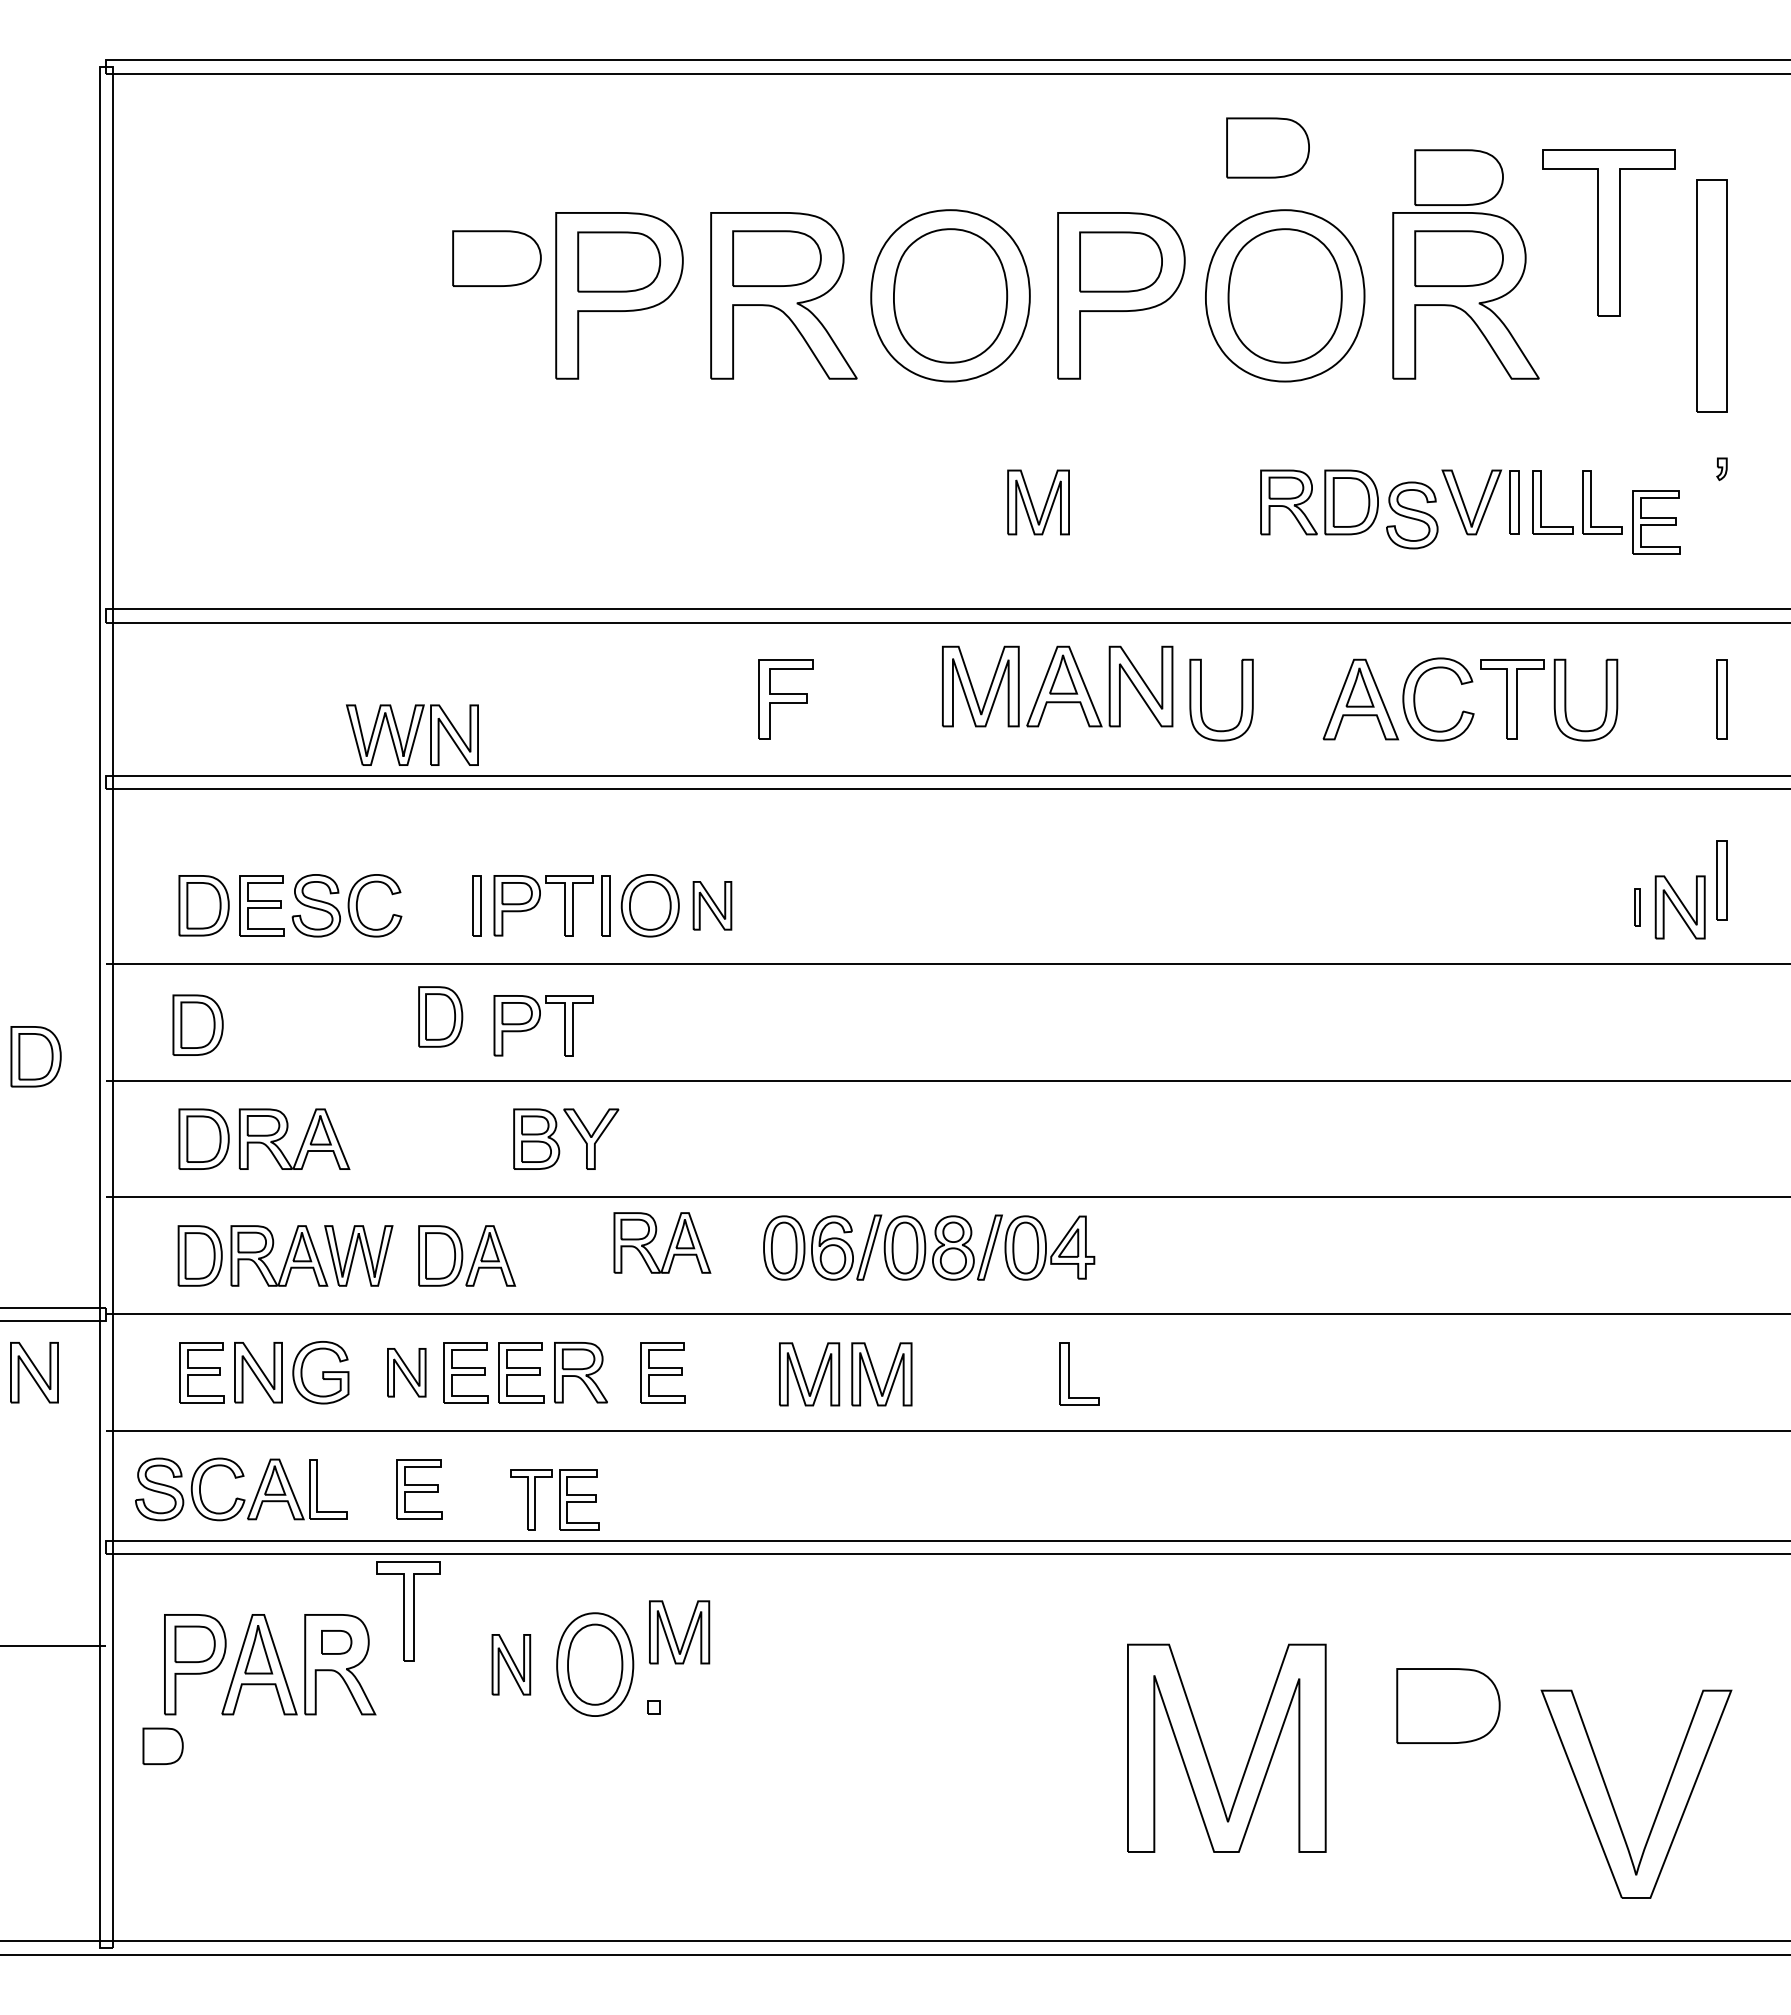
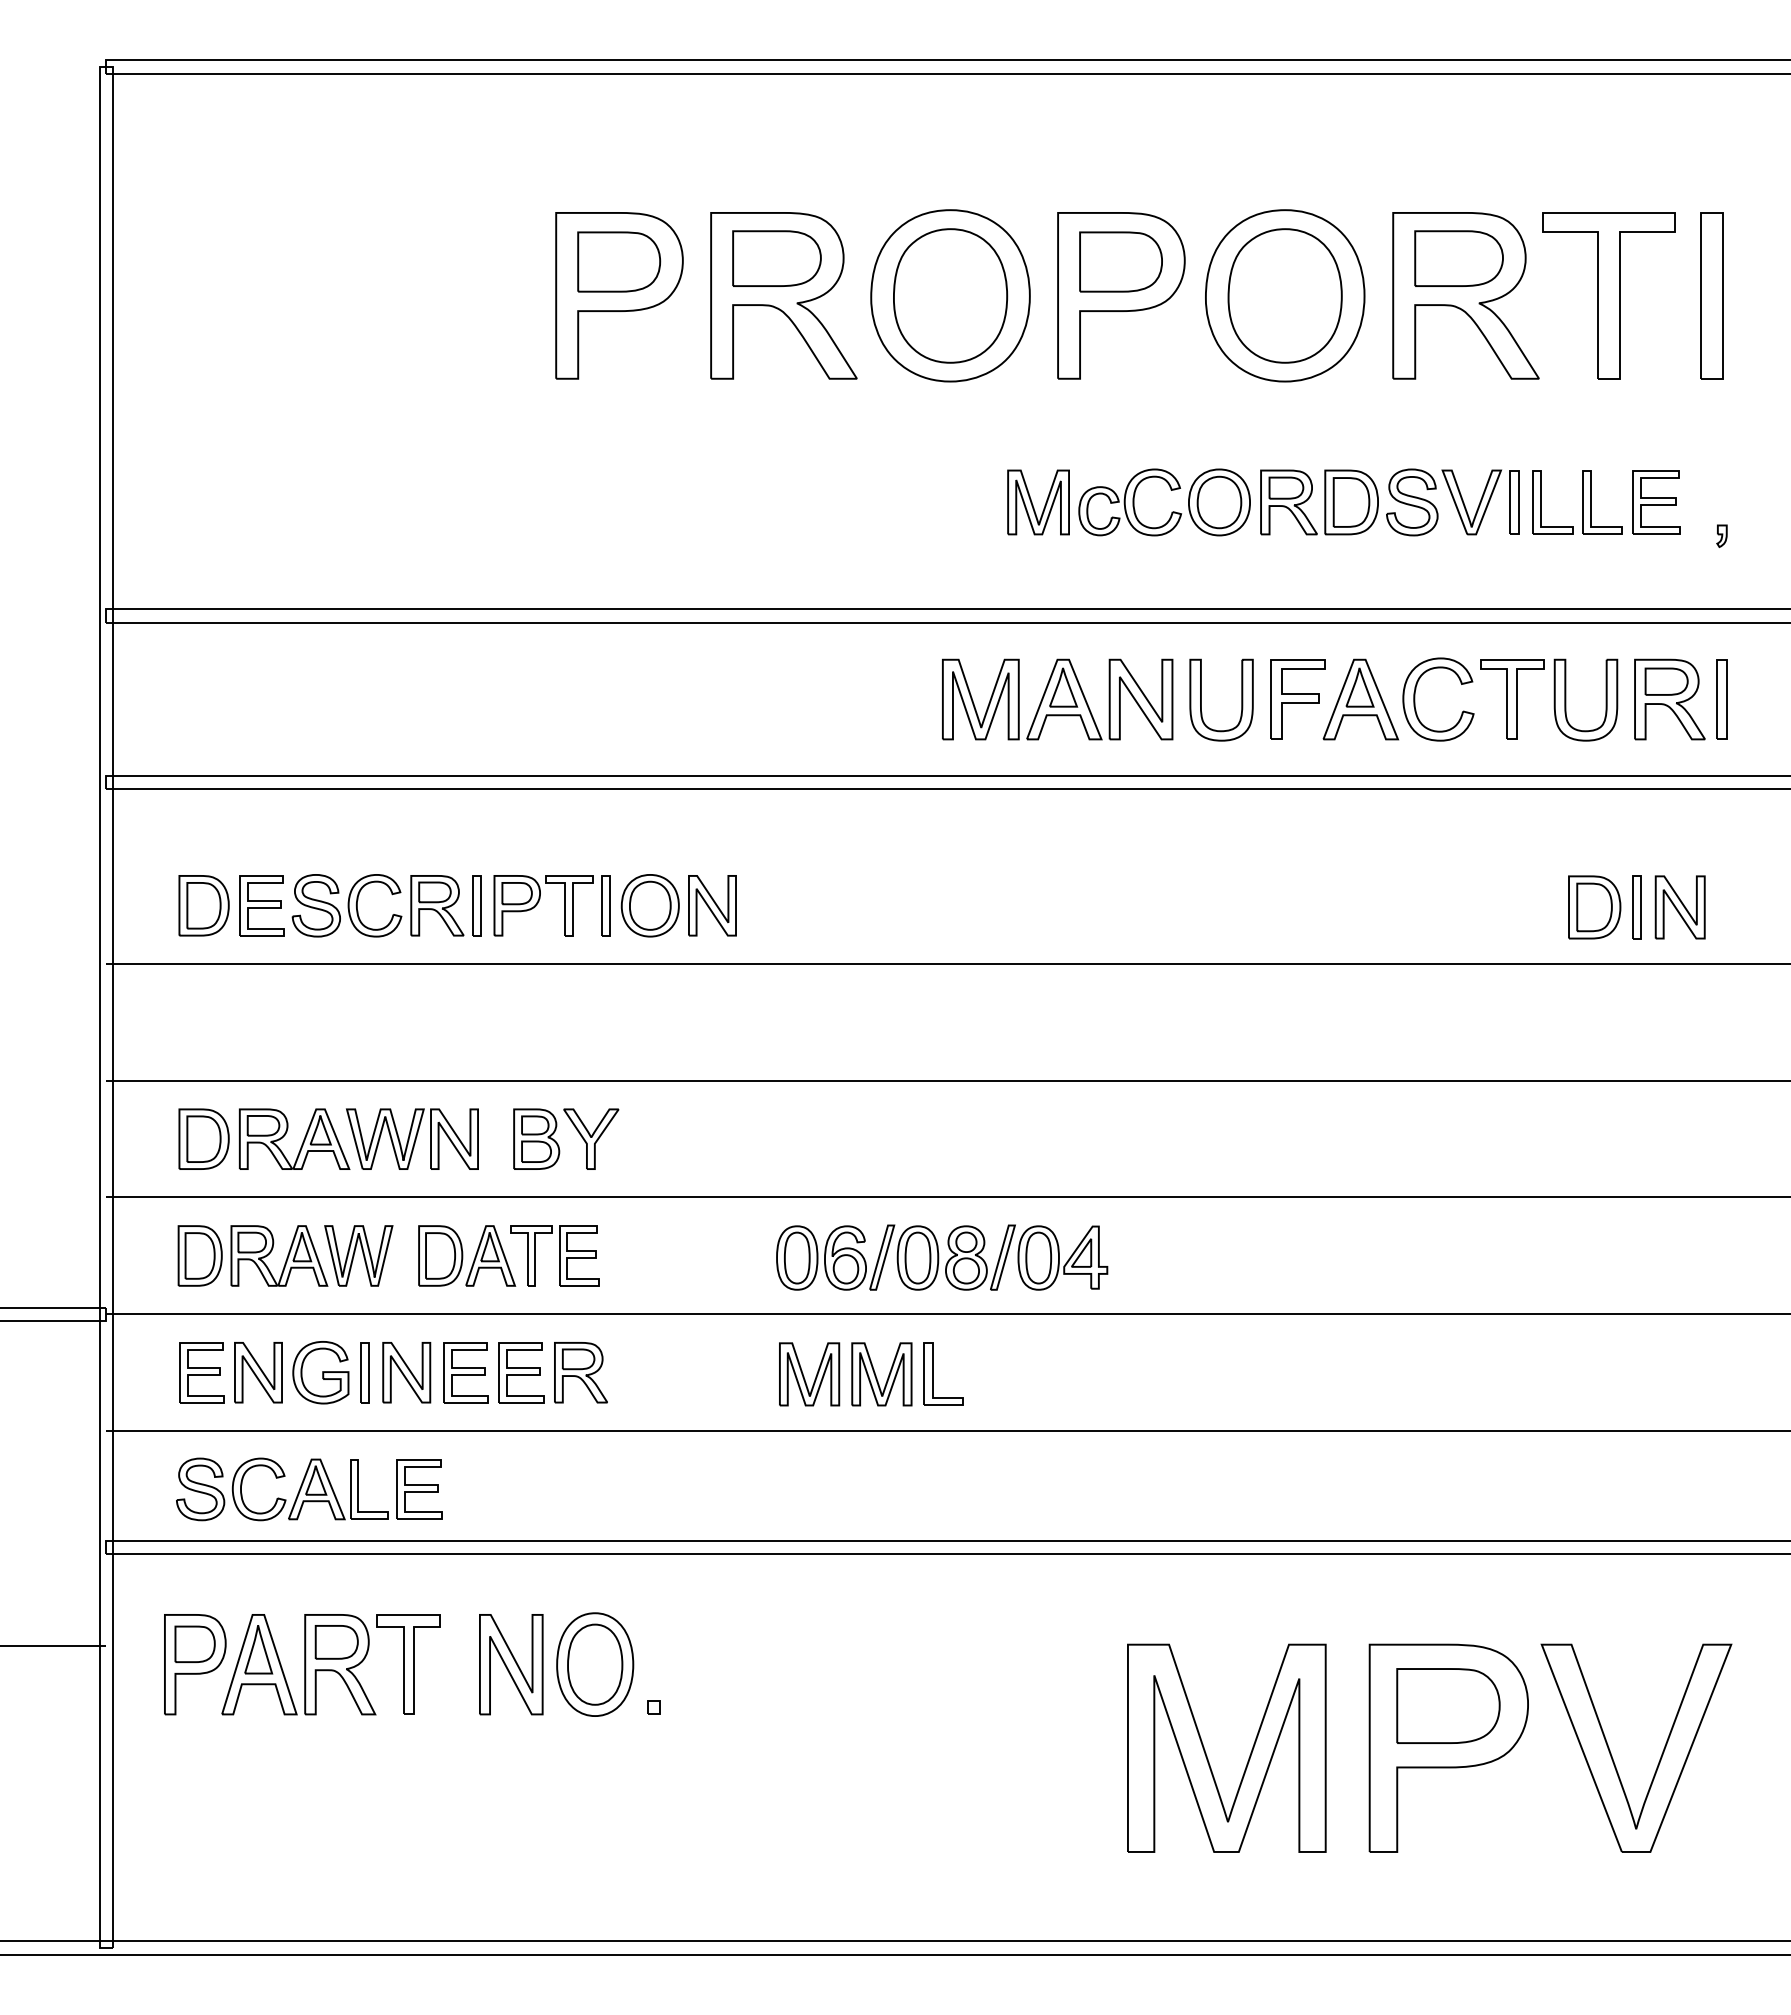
part at (1267, 147): present -> none
part at (1458, 177): present -> none
part at (1608, 232) position: (1608, 232) -> (1608, 295)
part at (496, 258): present -> none
part at (1711, 295) size: 32x234 px -> 24x168 px
part at (1721, 468) position: (1721, 468) -> (1721, 535)
part at (1172, 511): none -> present
part at (1412, 515) position: (1412, 515) -> (1412, 502)
part at (1656, 522) position: (1656, 522) -> (1656, 502)
part at (1057, 686) position: (1057, 686) -> (1057, 699)
part at (785, 699) position: (785, 699) -> (1297, 699)
part at (1669, 699): none -> present
part at (412, 734) position: (412, 734) -> (412, 1138)
part at (1721, 880): present -> none
part at (437, 905): none -> present
part at (712, 905) size: 41x50 px -> 49x62 px
part at (1594, 907): none -> present
part at (1637, 907) size: 7x39 px -> 10x65 px
part at (440, 1016): present -> none
part at (197, 1024): present -> none
part at (543, 1025): present -> none
part at (35, 1056): present -> none
part at (669, 1244): present -> none
part at (929, 1247) position: (929, 1247) -> (942, 1257)
part at (34, 1372): present -> none
part at (364, 1372): none -> present
part at (406, 1372) size: 40x50 px -> 50x62 px
part at (662, 1372): present -> none
part at (1069, 1373) position: (1069, 1373) -> (933, 1373)
part at (238, 1497) position: (238, 1497) -> (279, 1497)
part at (554, 1499) position: (554, 1499) -> (554, 1255)
part at (408, 1611) position: (408, 1611) -> (408, 1664)
part at (679, 1632): present -> none
part at (336, 1642) size: 32x25 px -> 45x35 px
part at (511, 1664) size: 41x62 px -> 65x102 px
part at (162, 1745): present -> none
part at (1448, 1747): none -> present
part at (1612, 1801) position: (1612, 1801) -> (1612, 1755)
